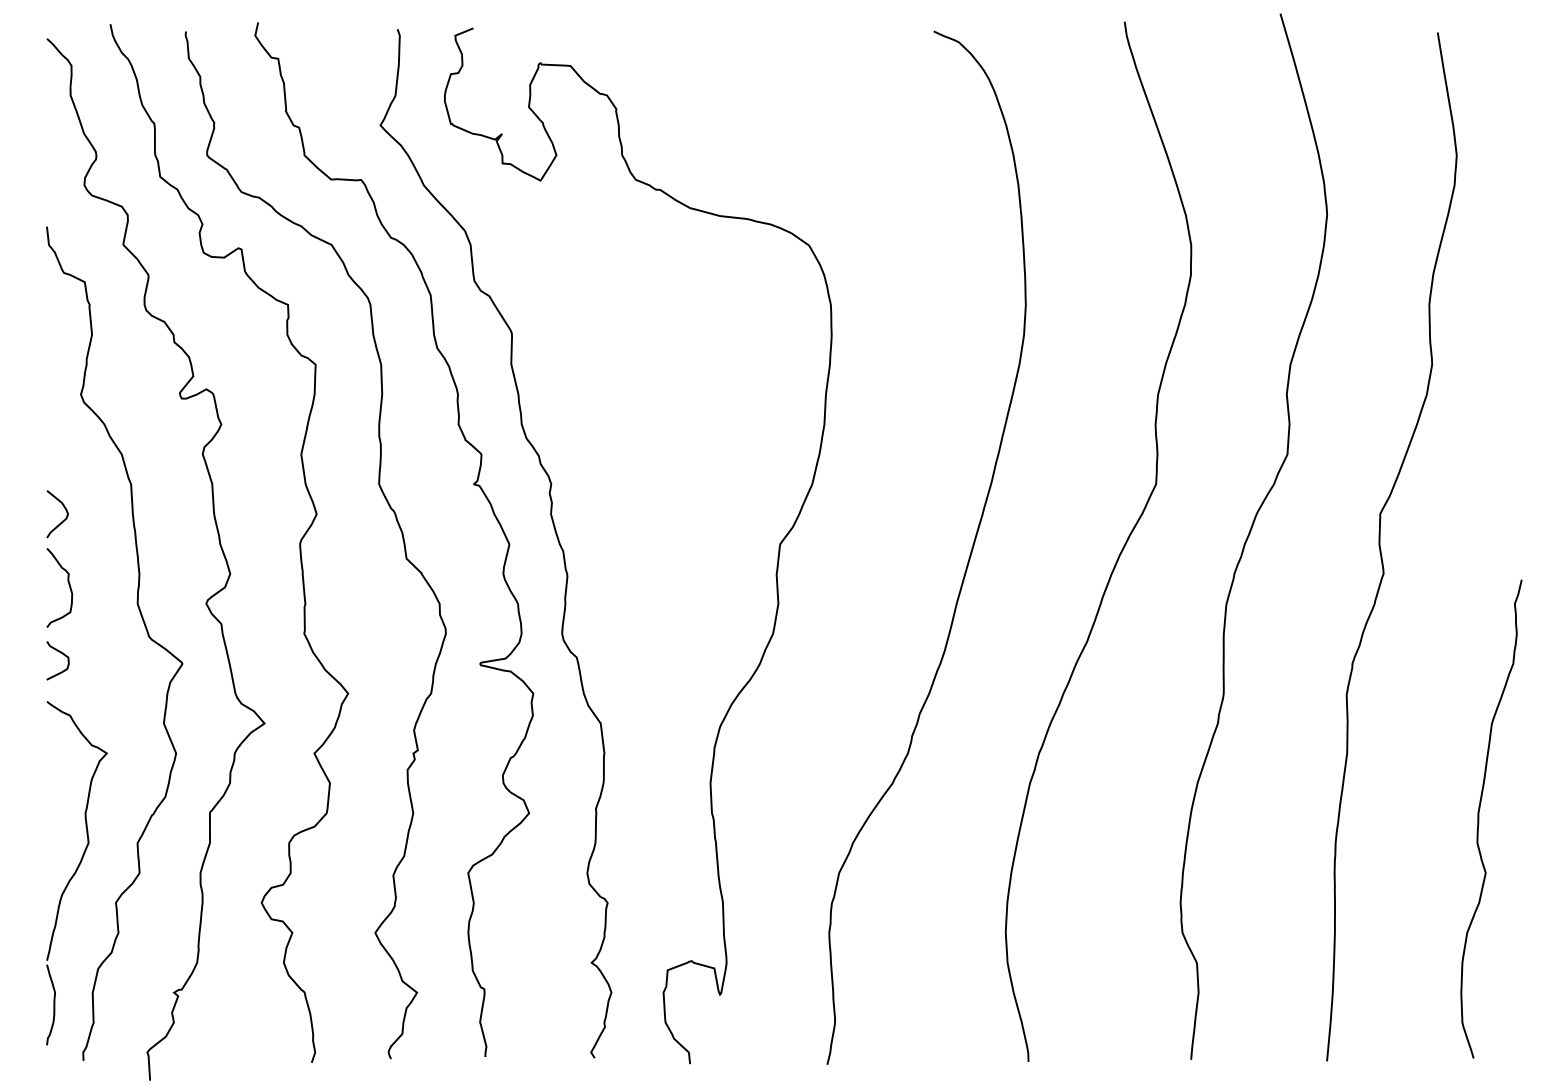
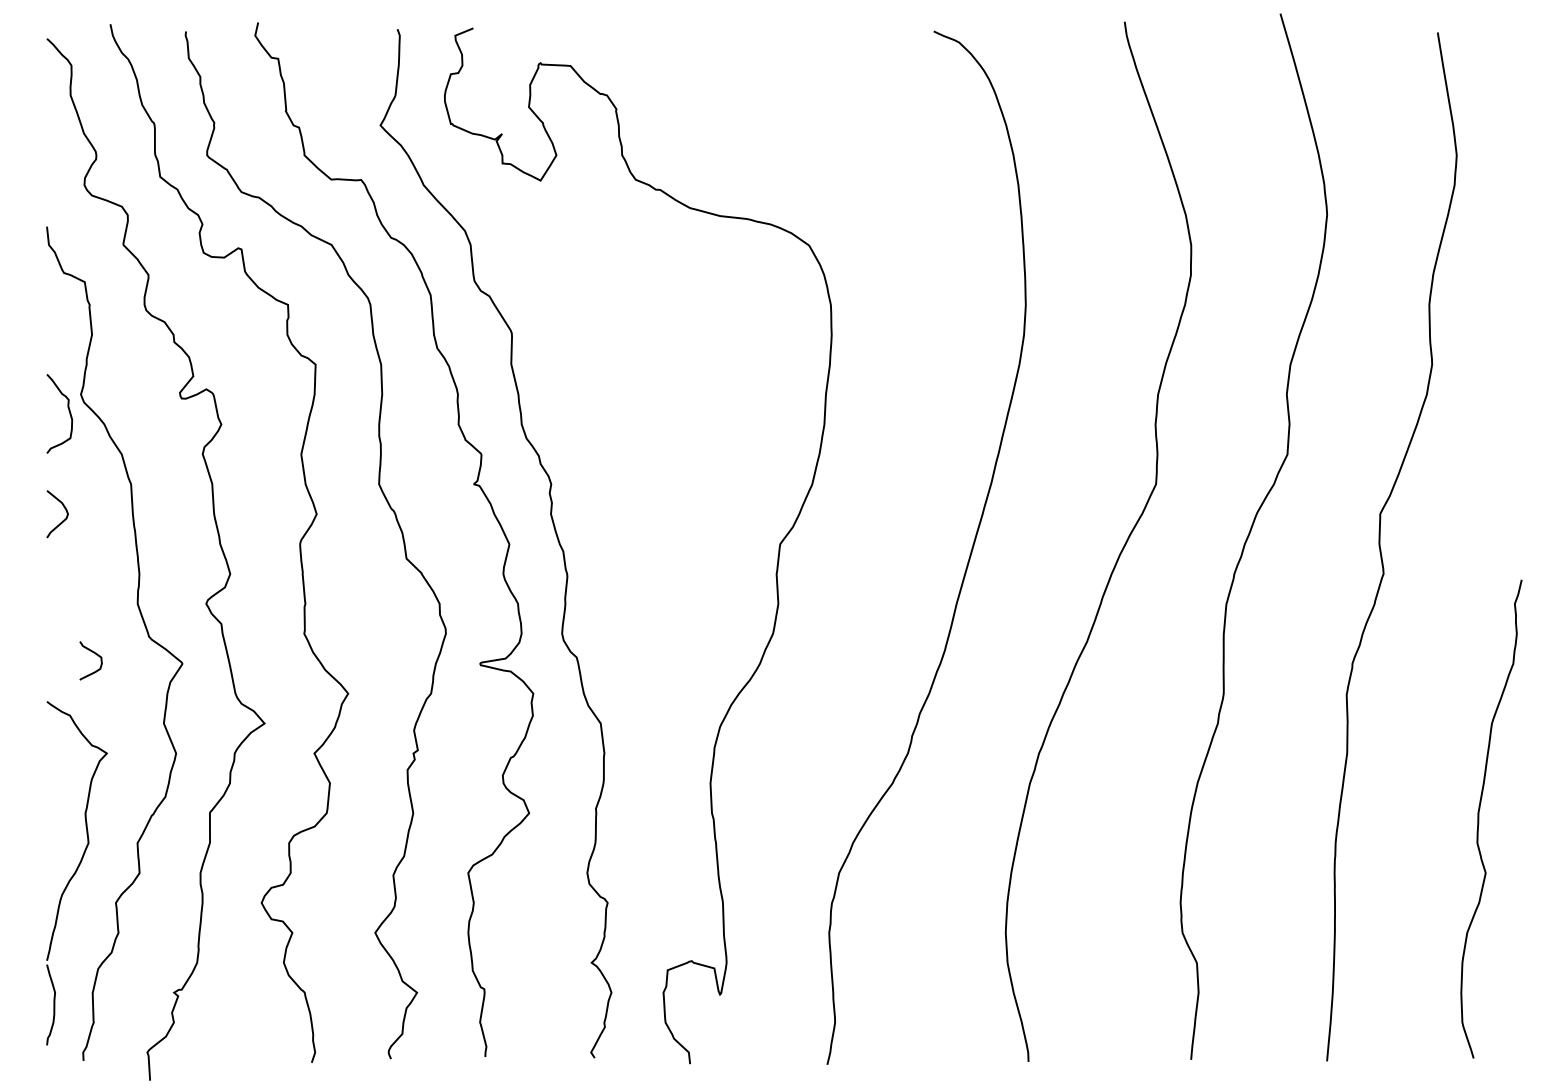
curve at (68, 585) position: (68, 585) -> (68, 411)
curve at (60, 653) position: (60, 653) -> (93, 653)
